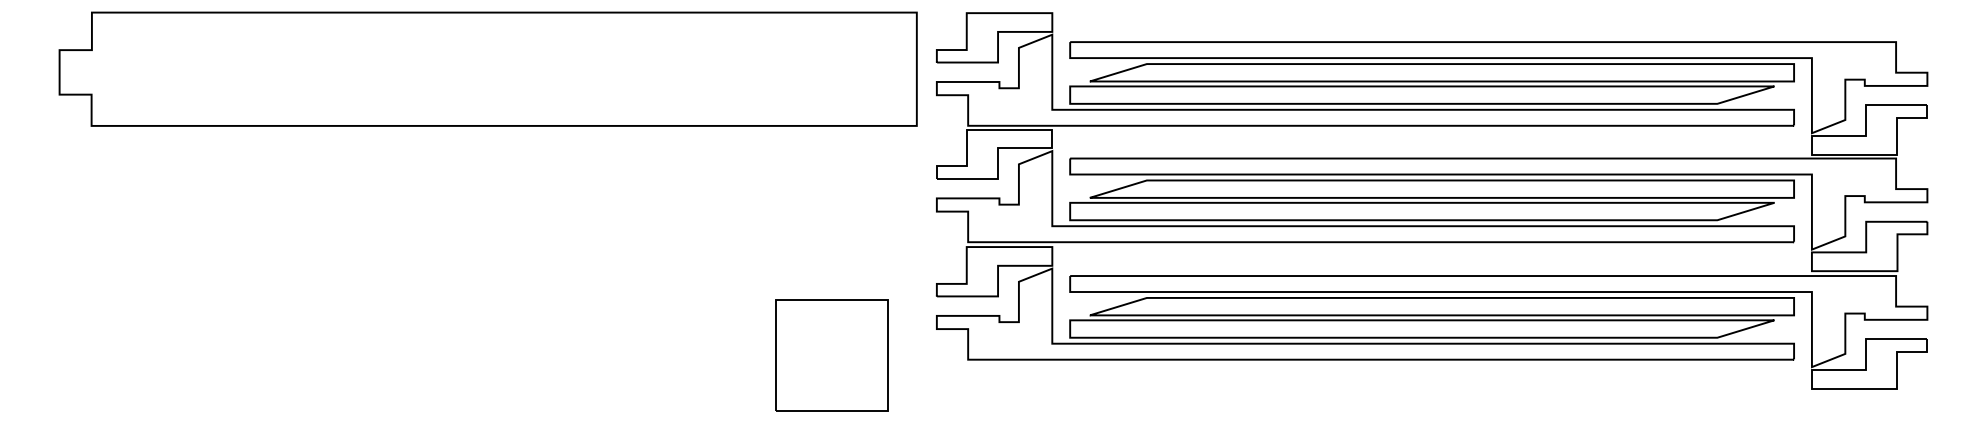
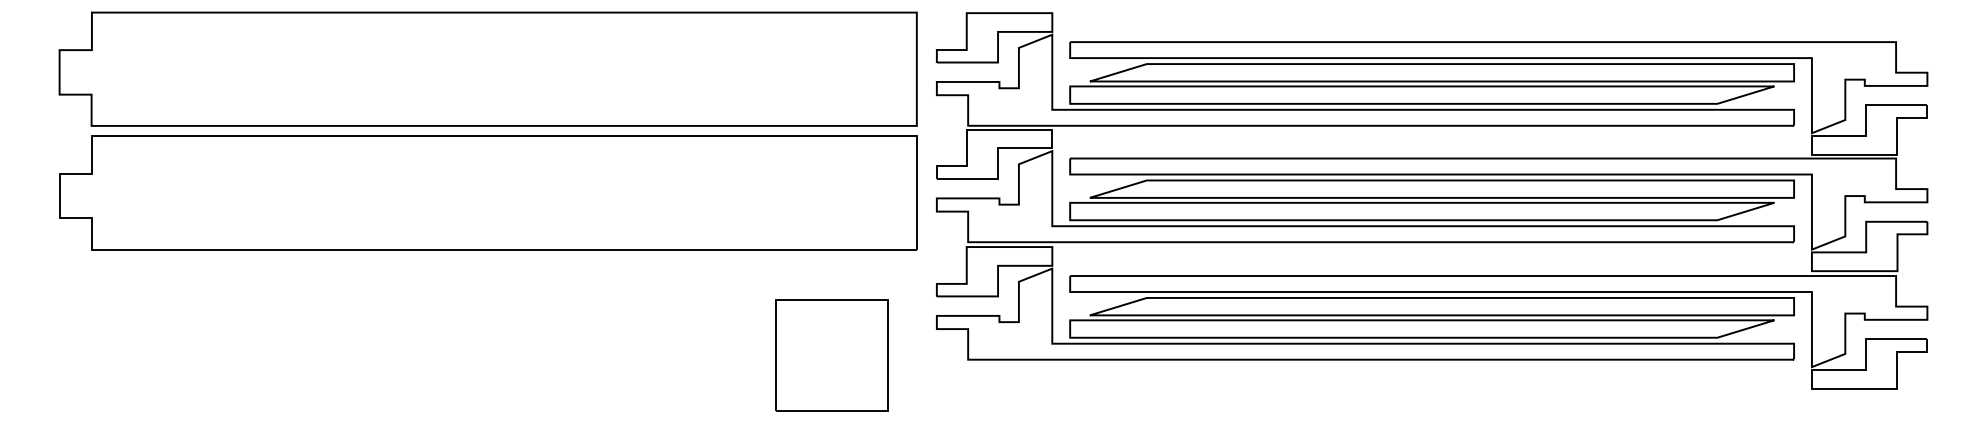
part at (488, 192): none -> present
